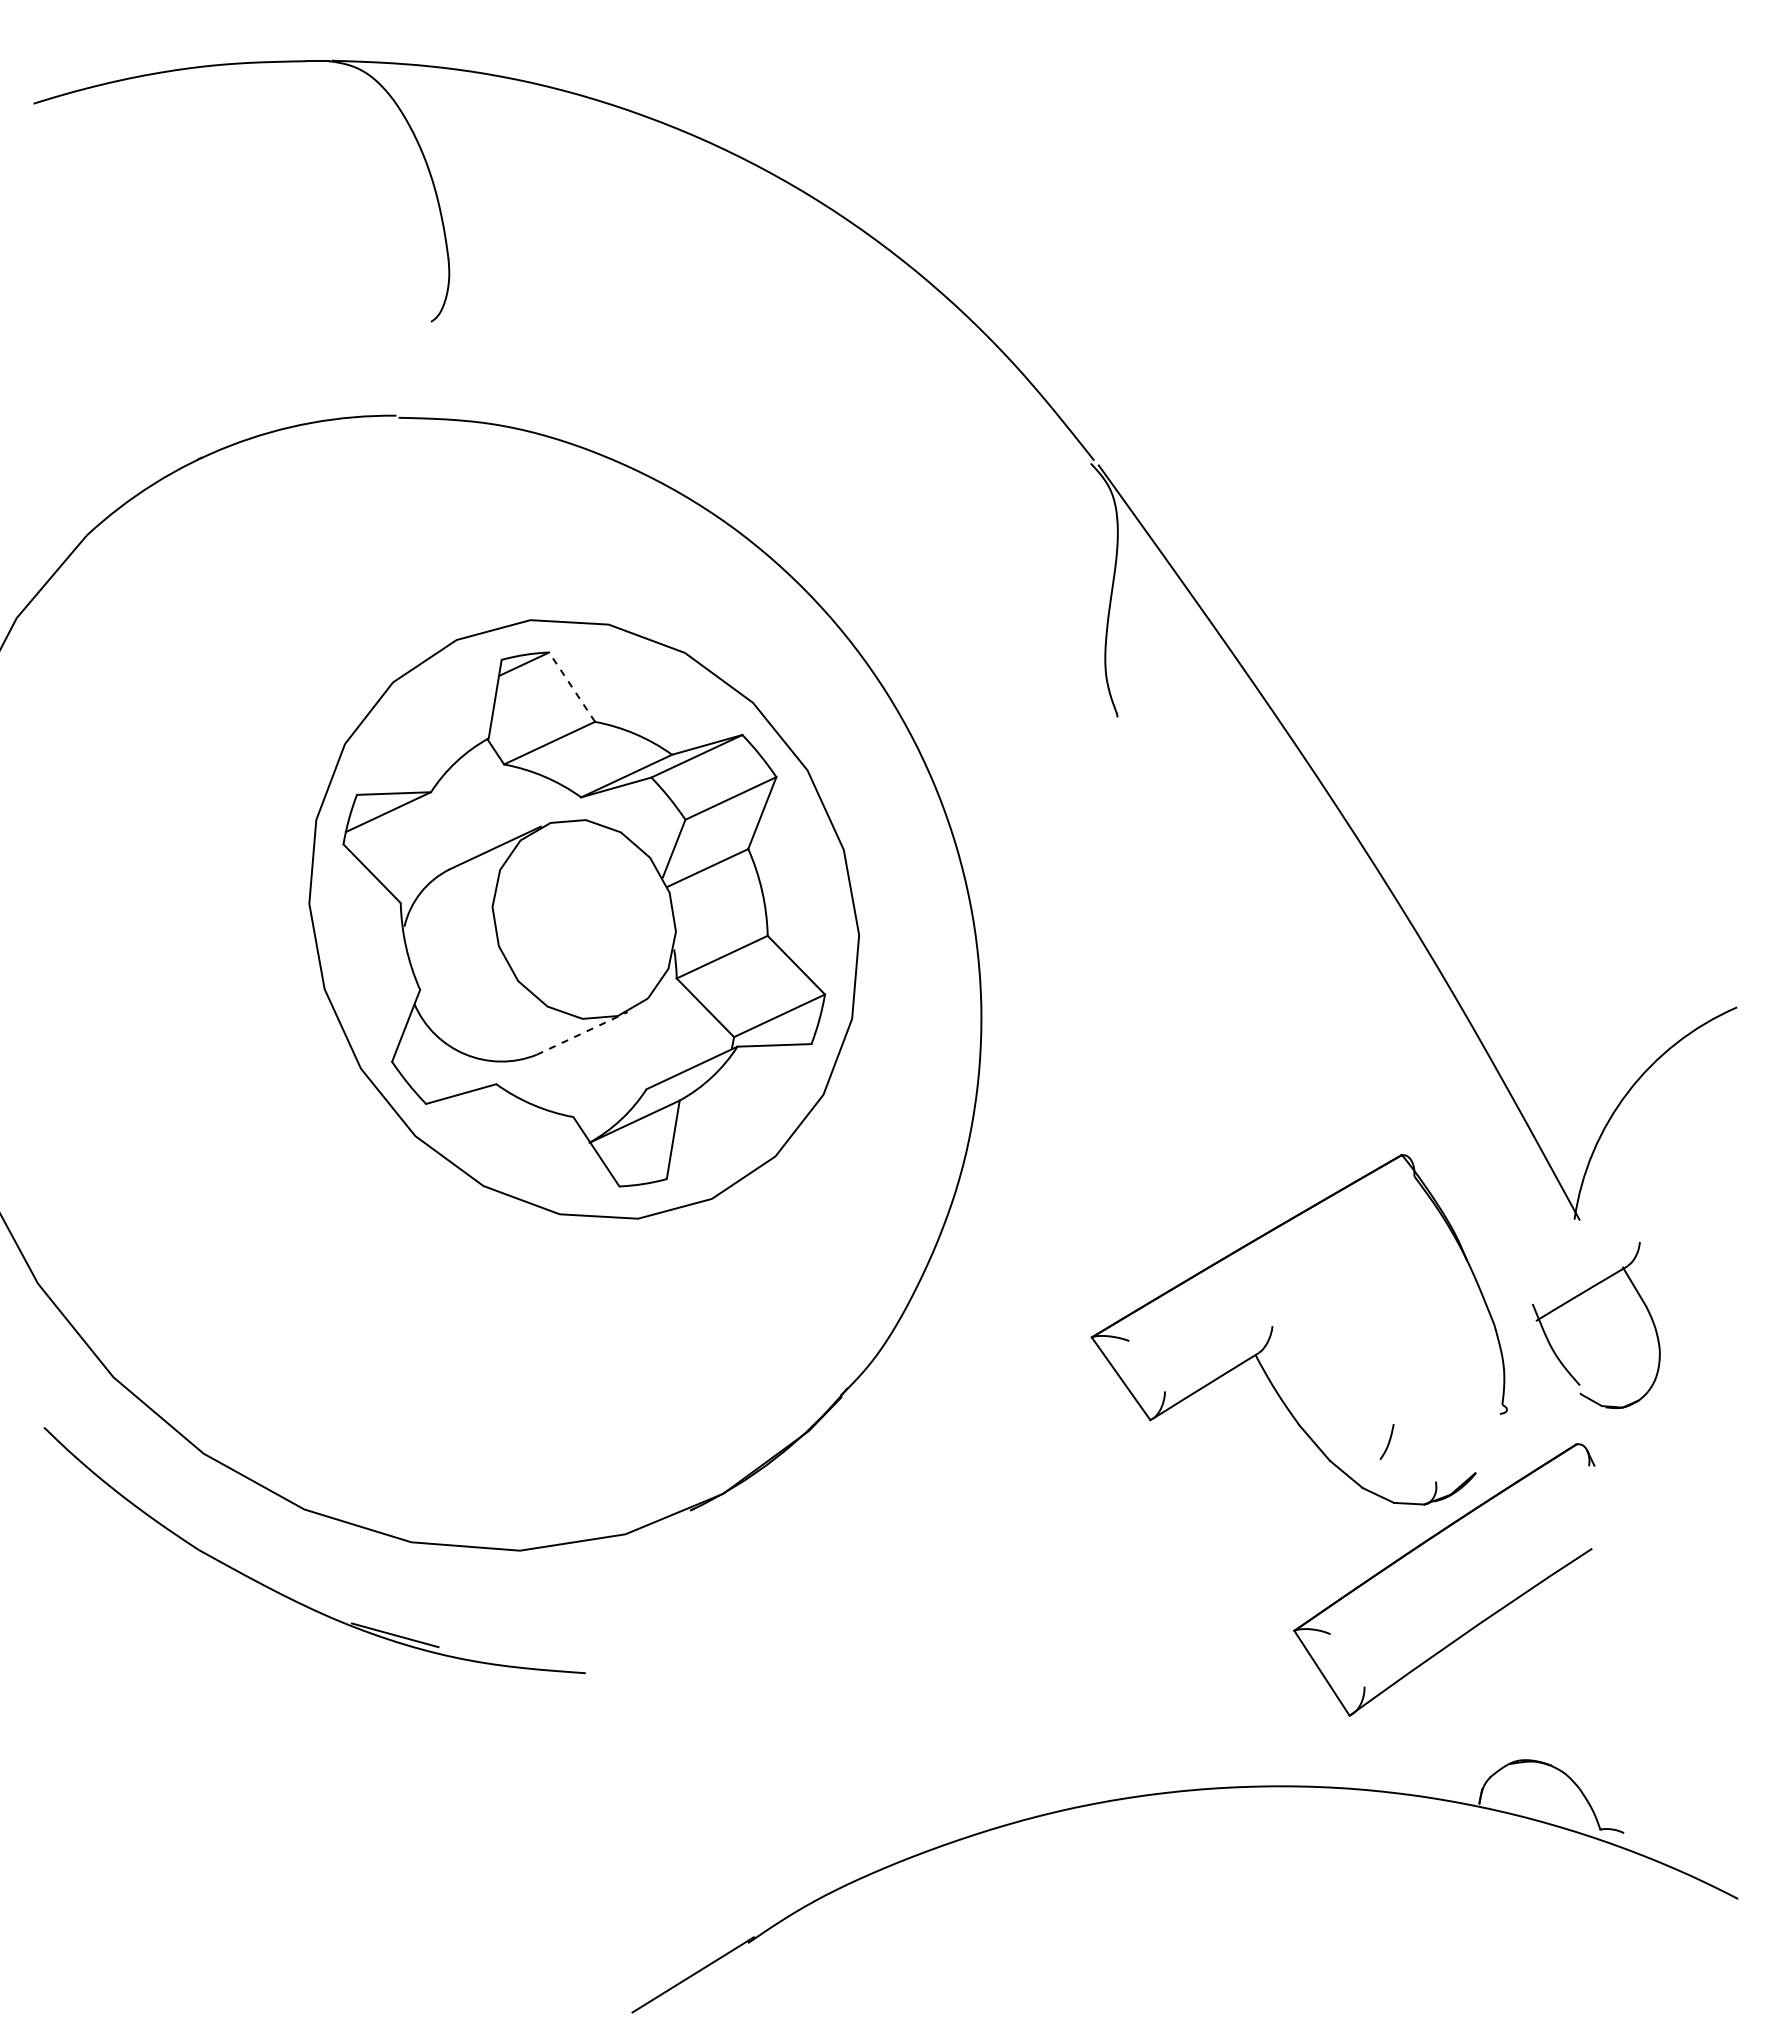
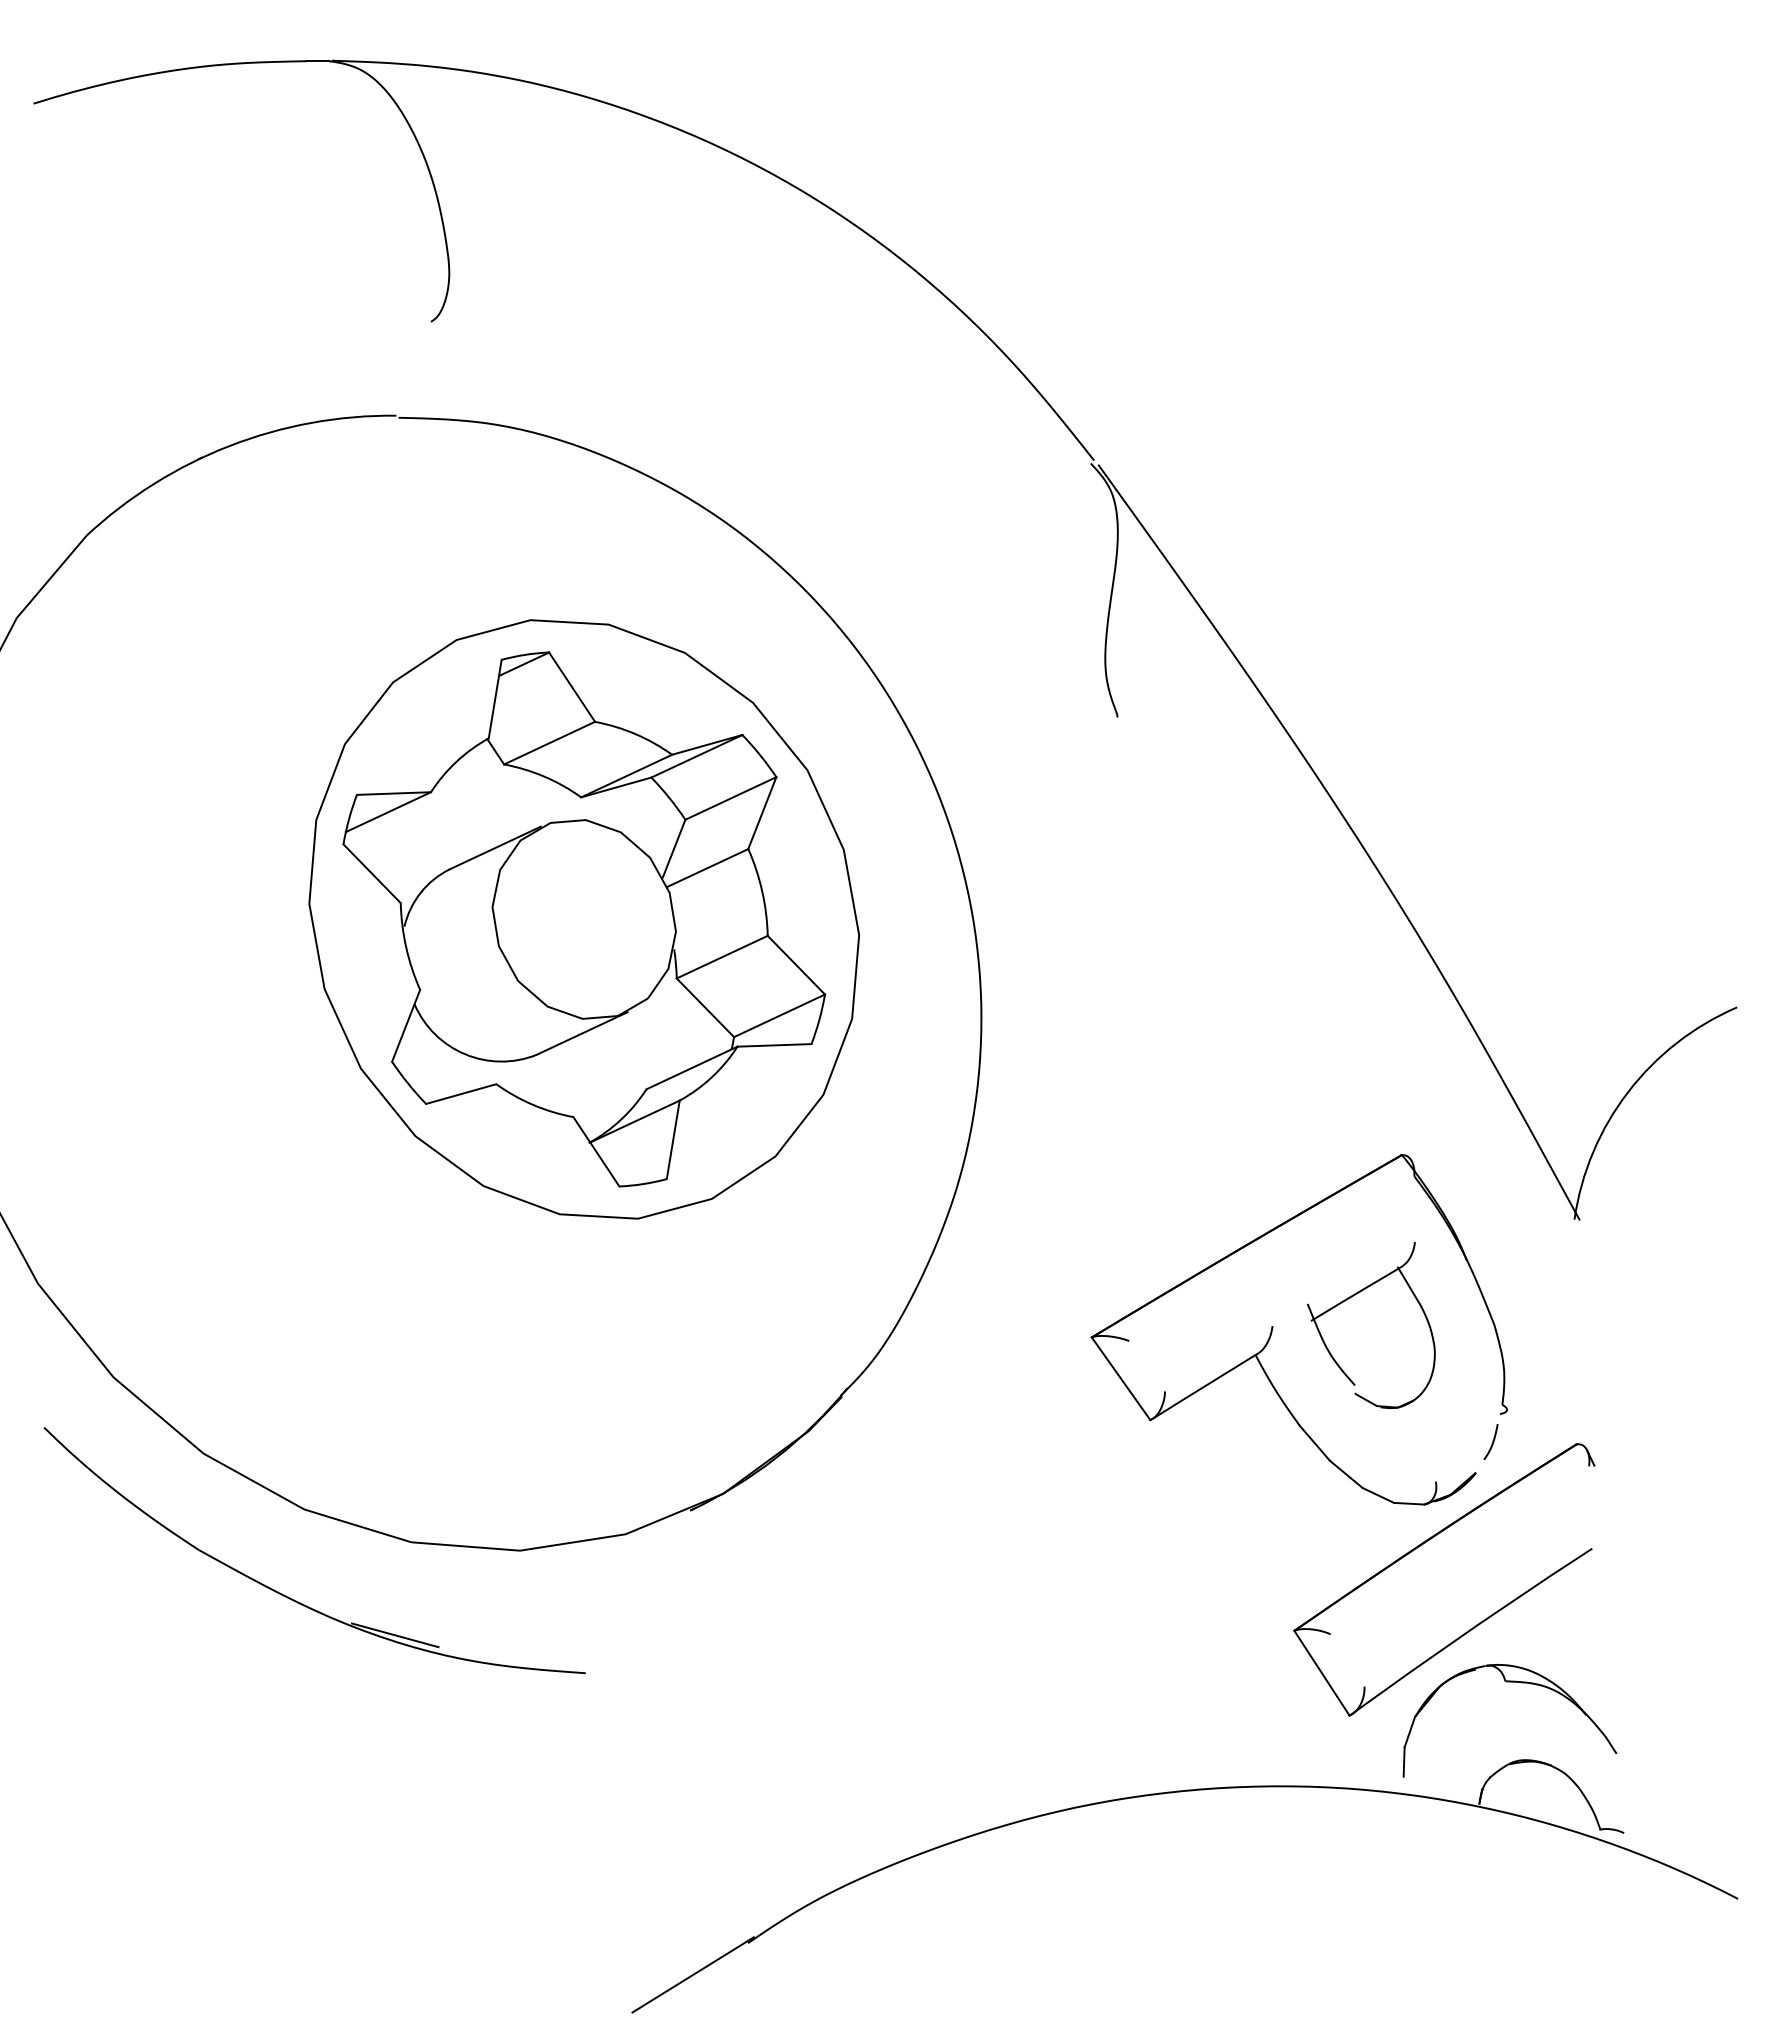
line at (572, 687): dashed -> solid
line at (582, 1033): dashed -> solid
part at (1577, 1297) position: (1577, 1297) -> (1352, 1297)
curve at (1388, 1441) position: (1388, 1441) -> (1492, 1441)
part at (1509, 1682): none -> present
